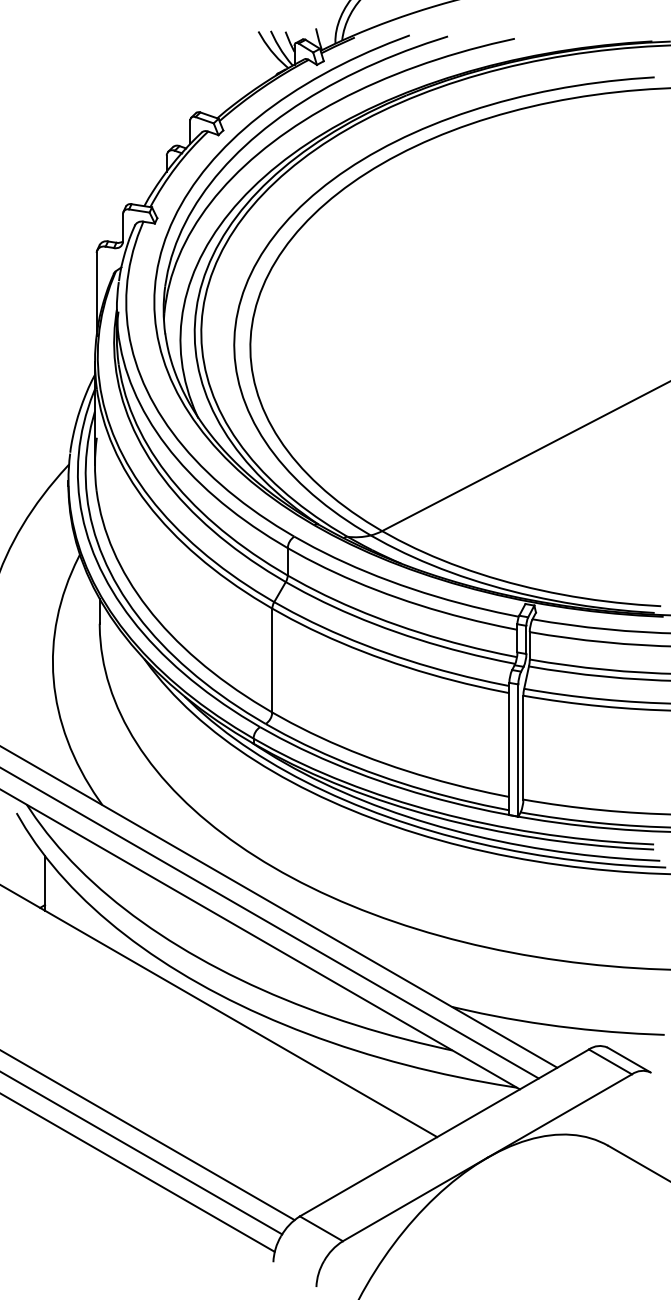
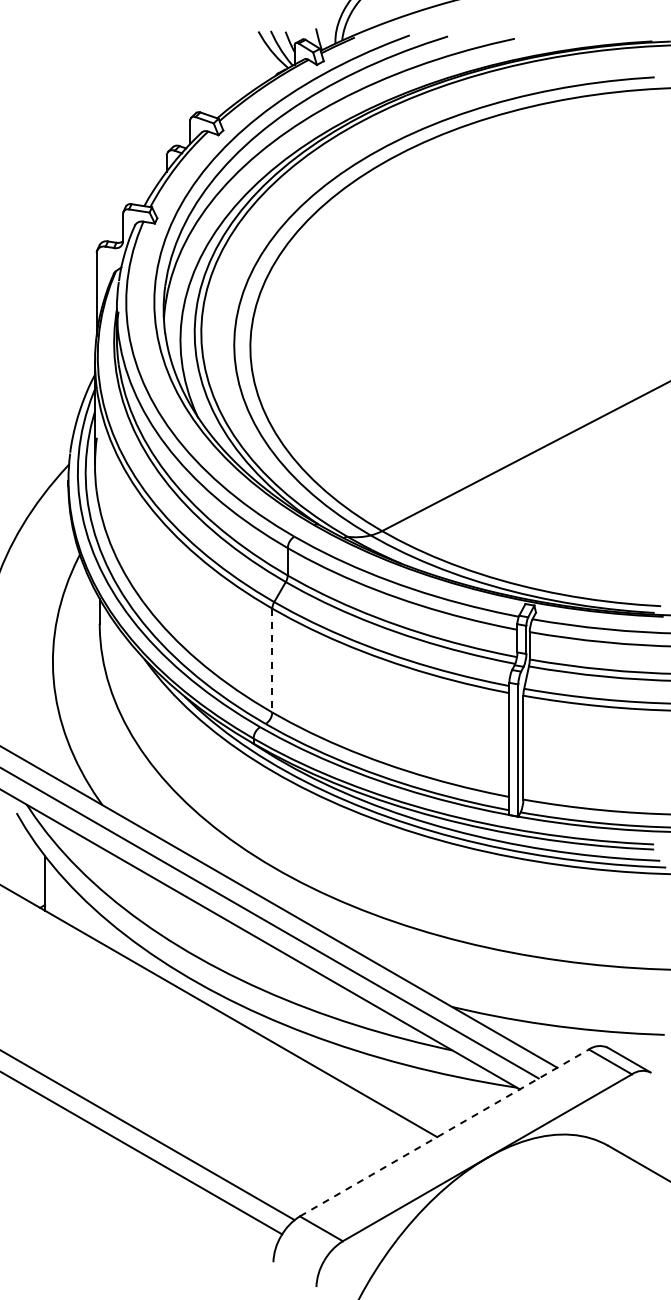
line at (272, 660): solid -> dashed
line at (444, 1132): solid -> dashed
line at (138, 1172): present -> none
